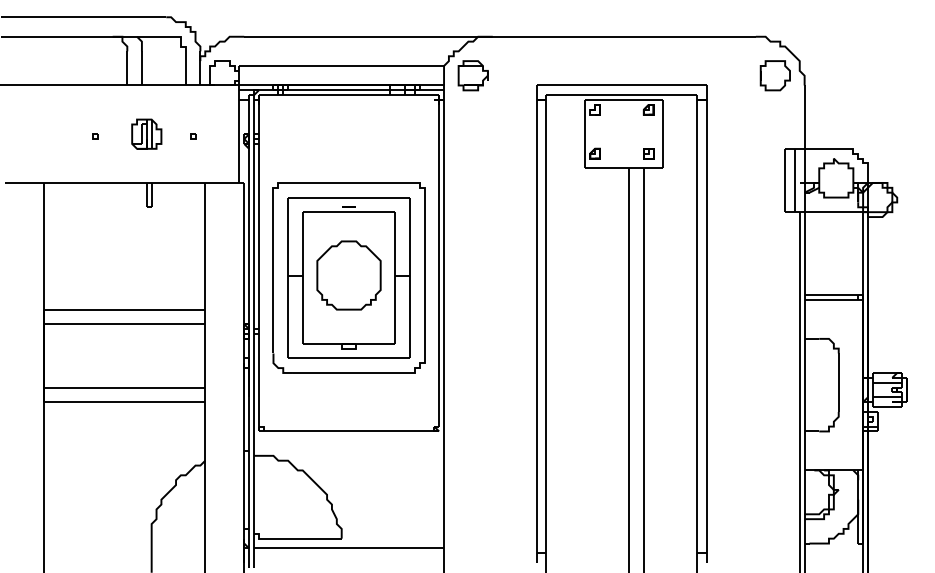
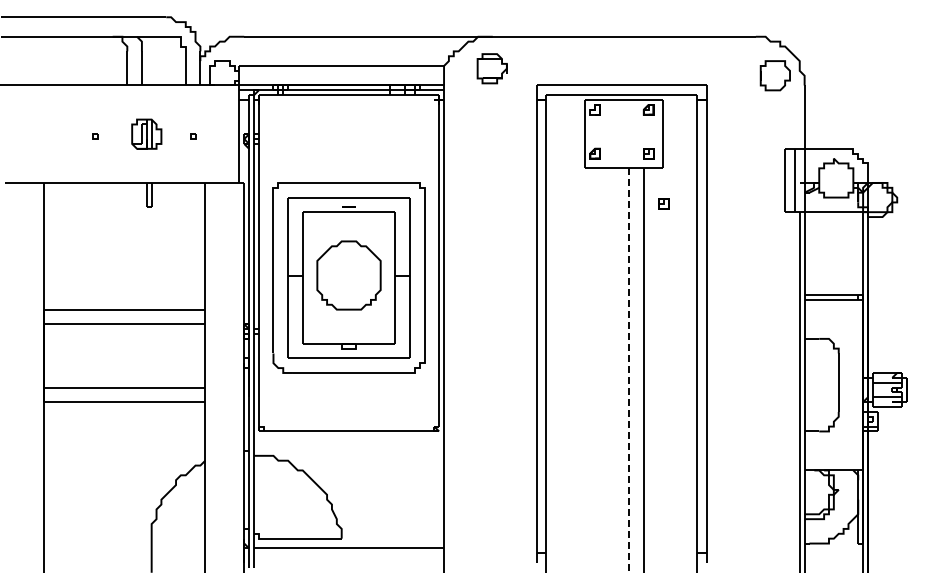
part at (472, 75) position: (472, 75) -> (491, 68)
part at (663, 203): none -> present
line at (629, 370): solid -> dashed
